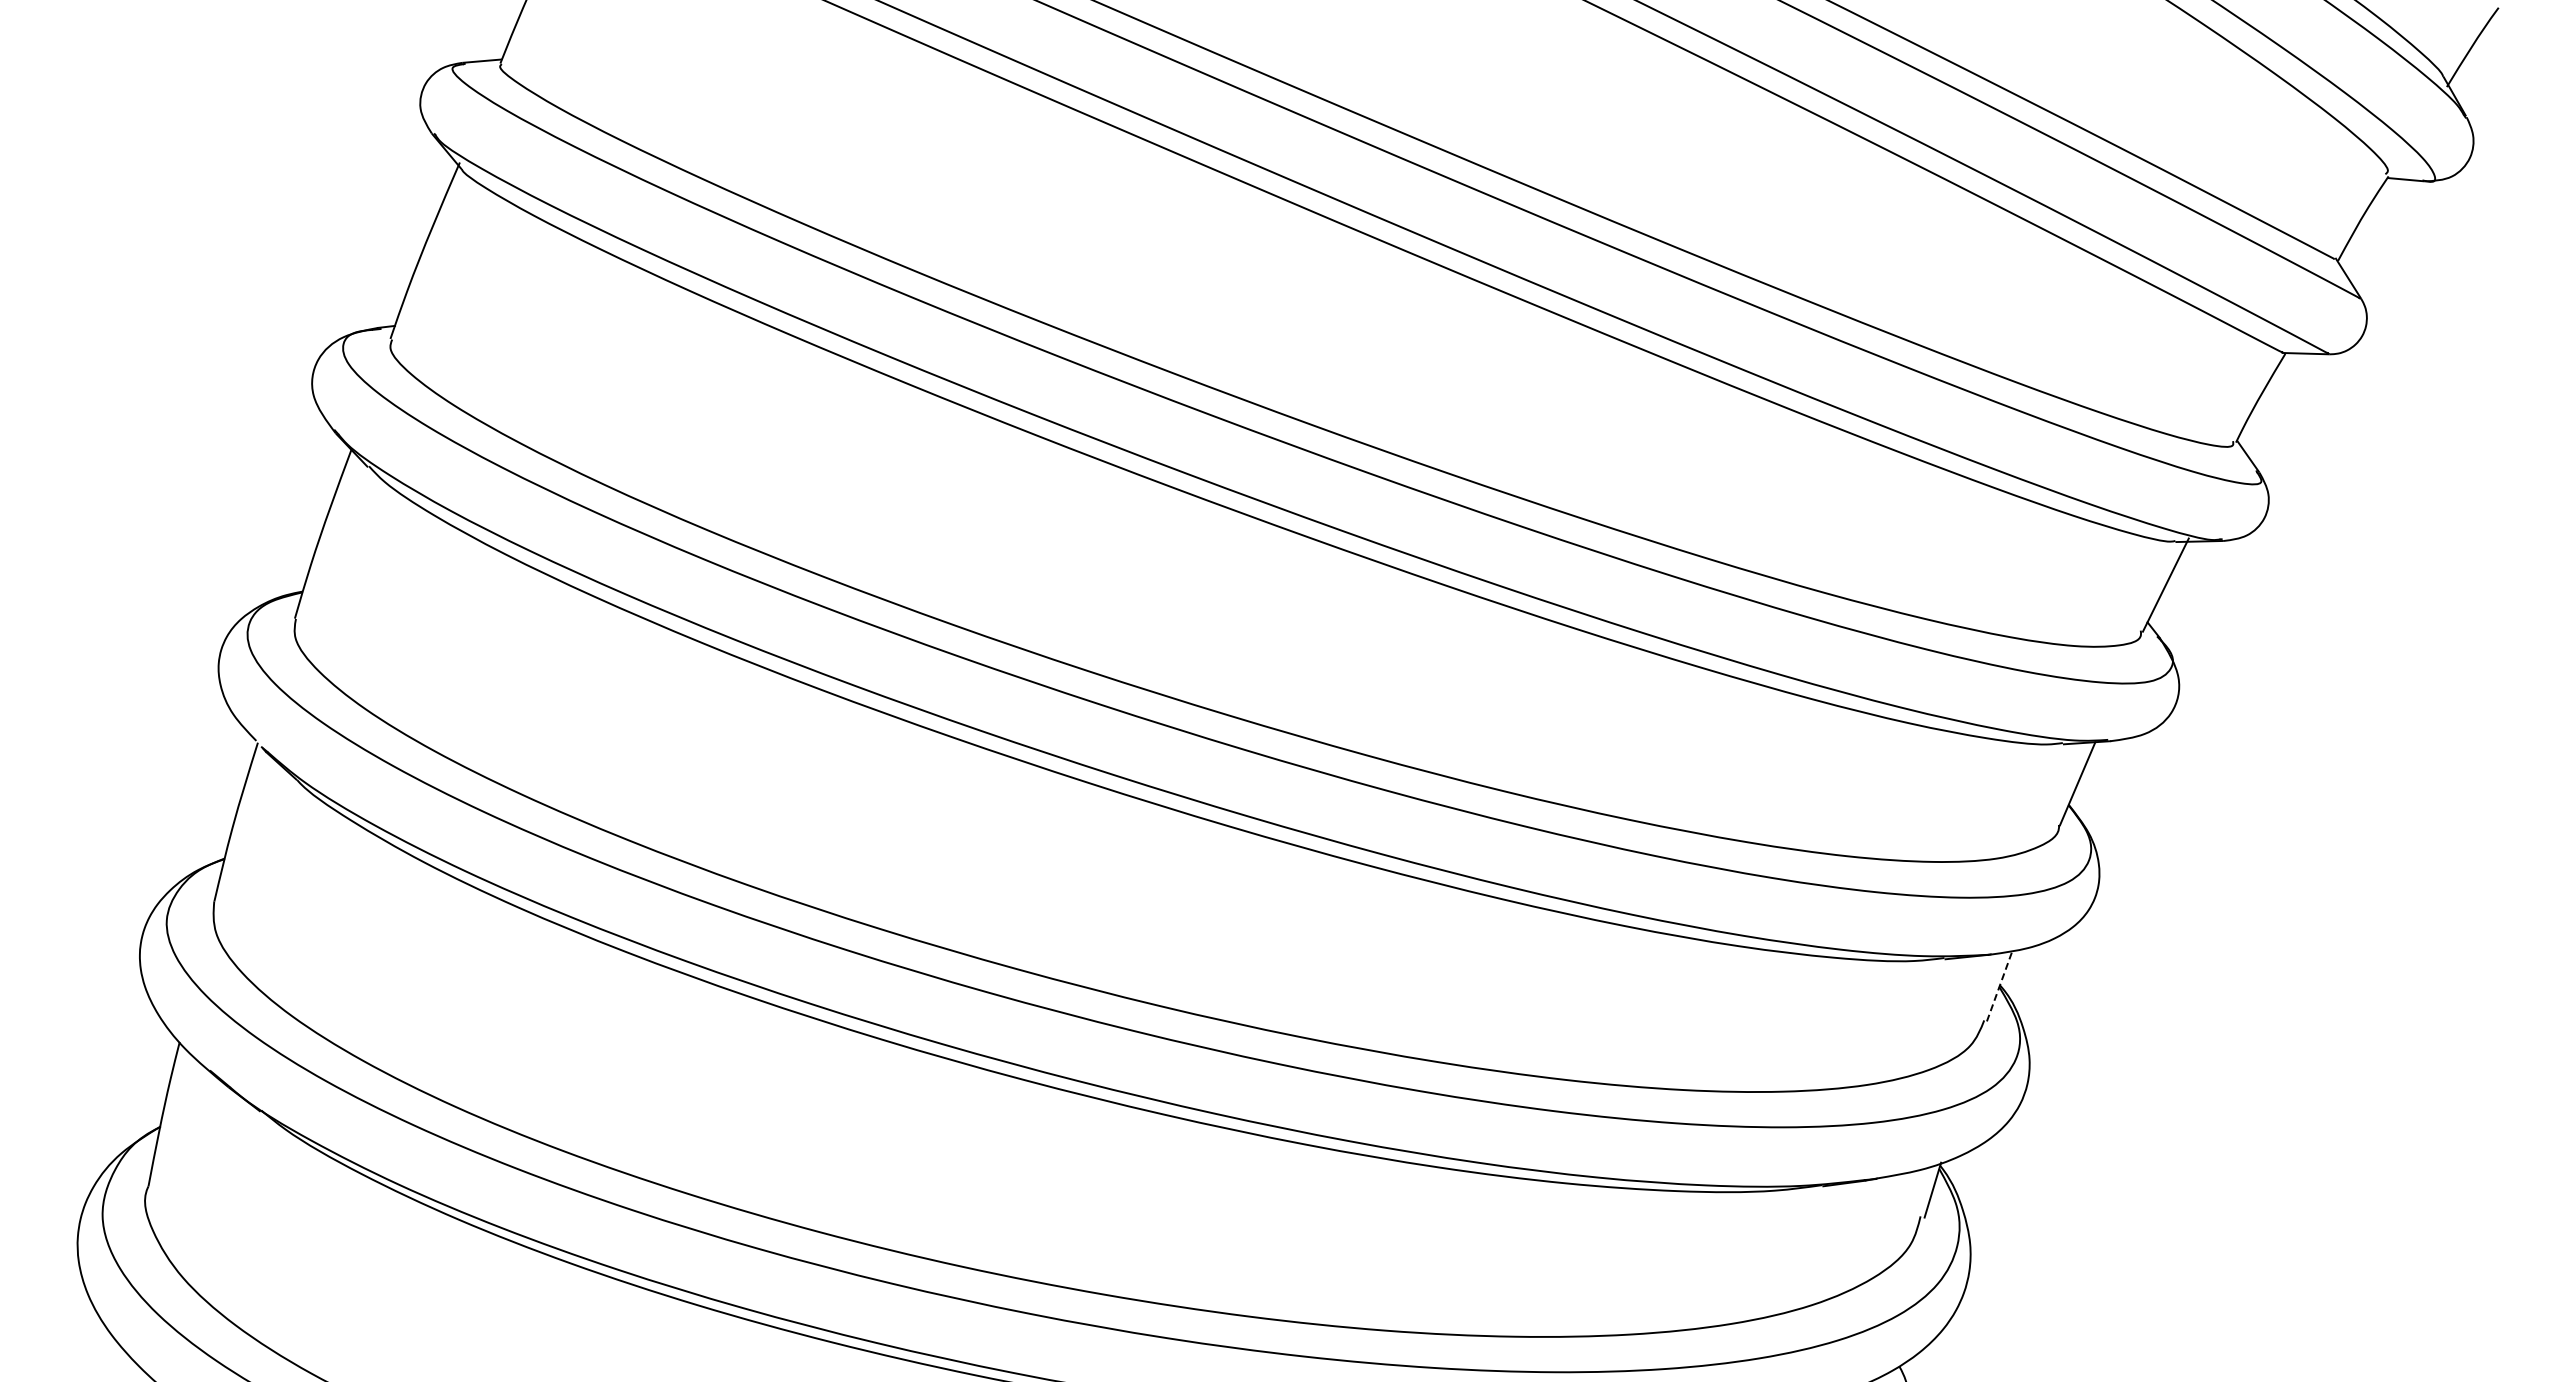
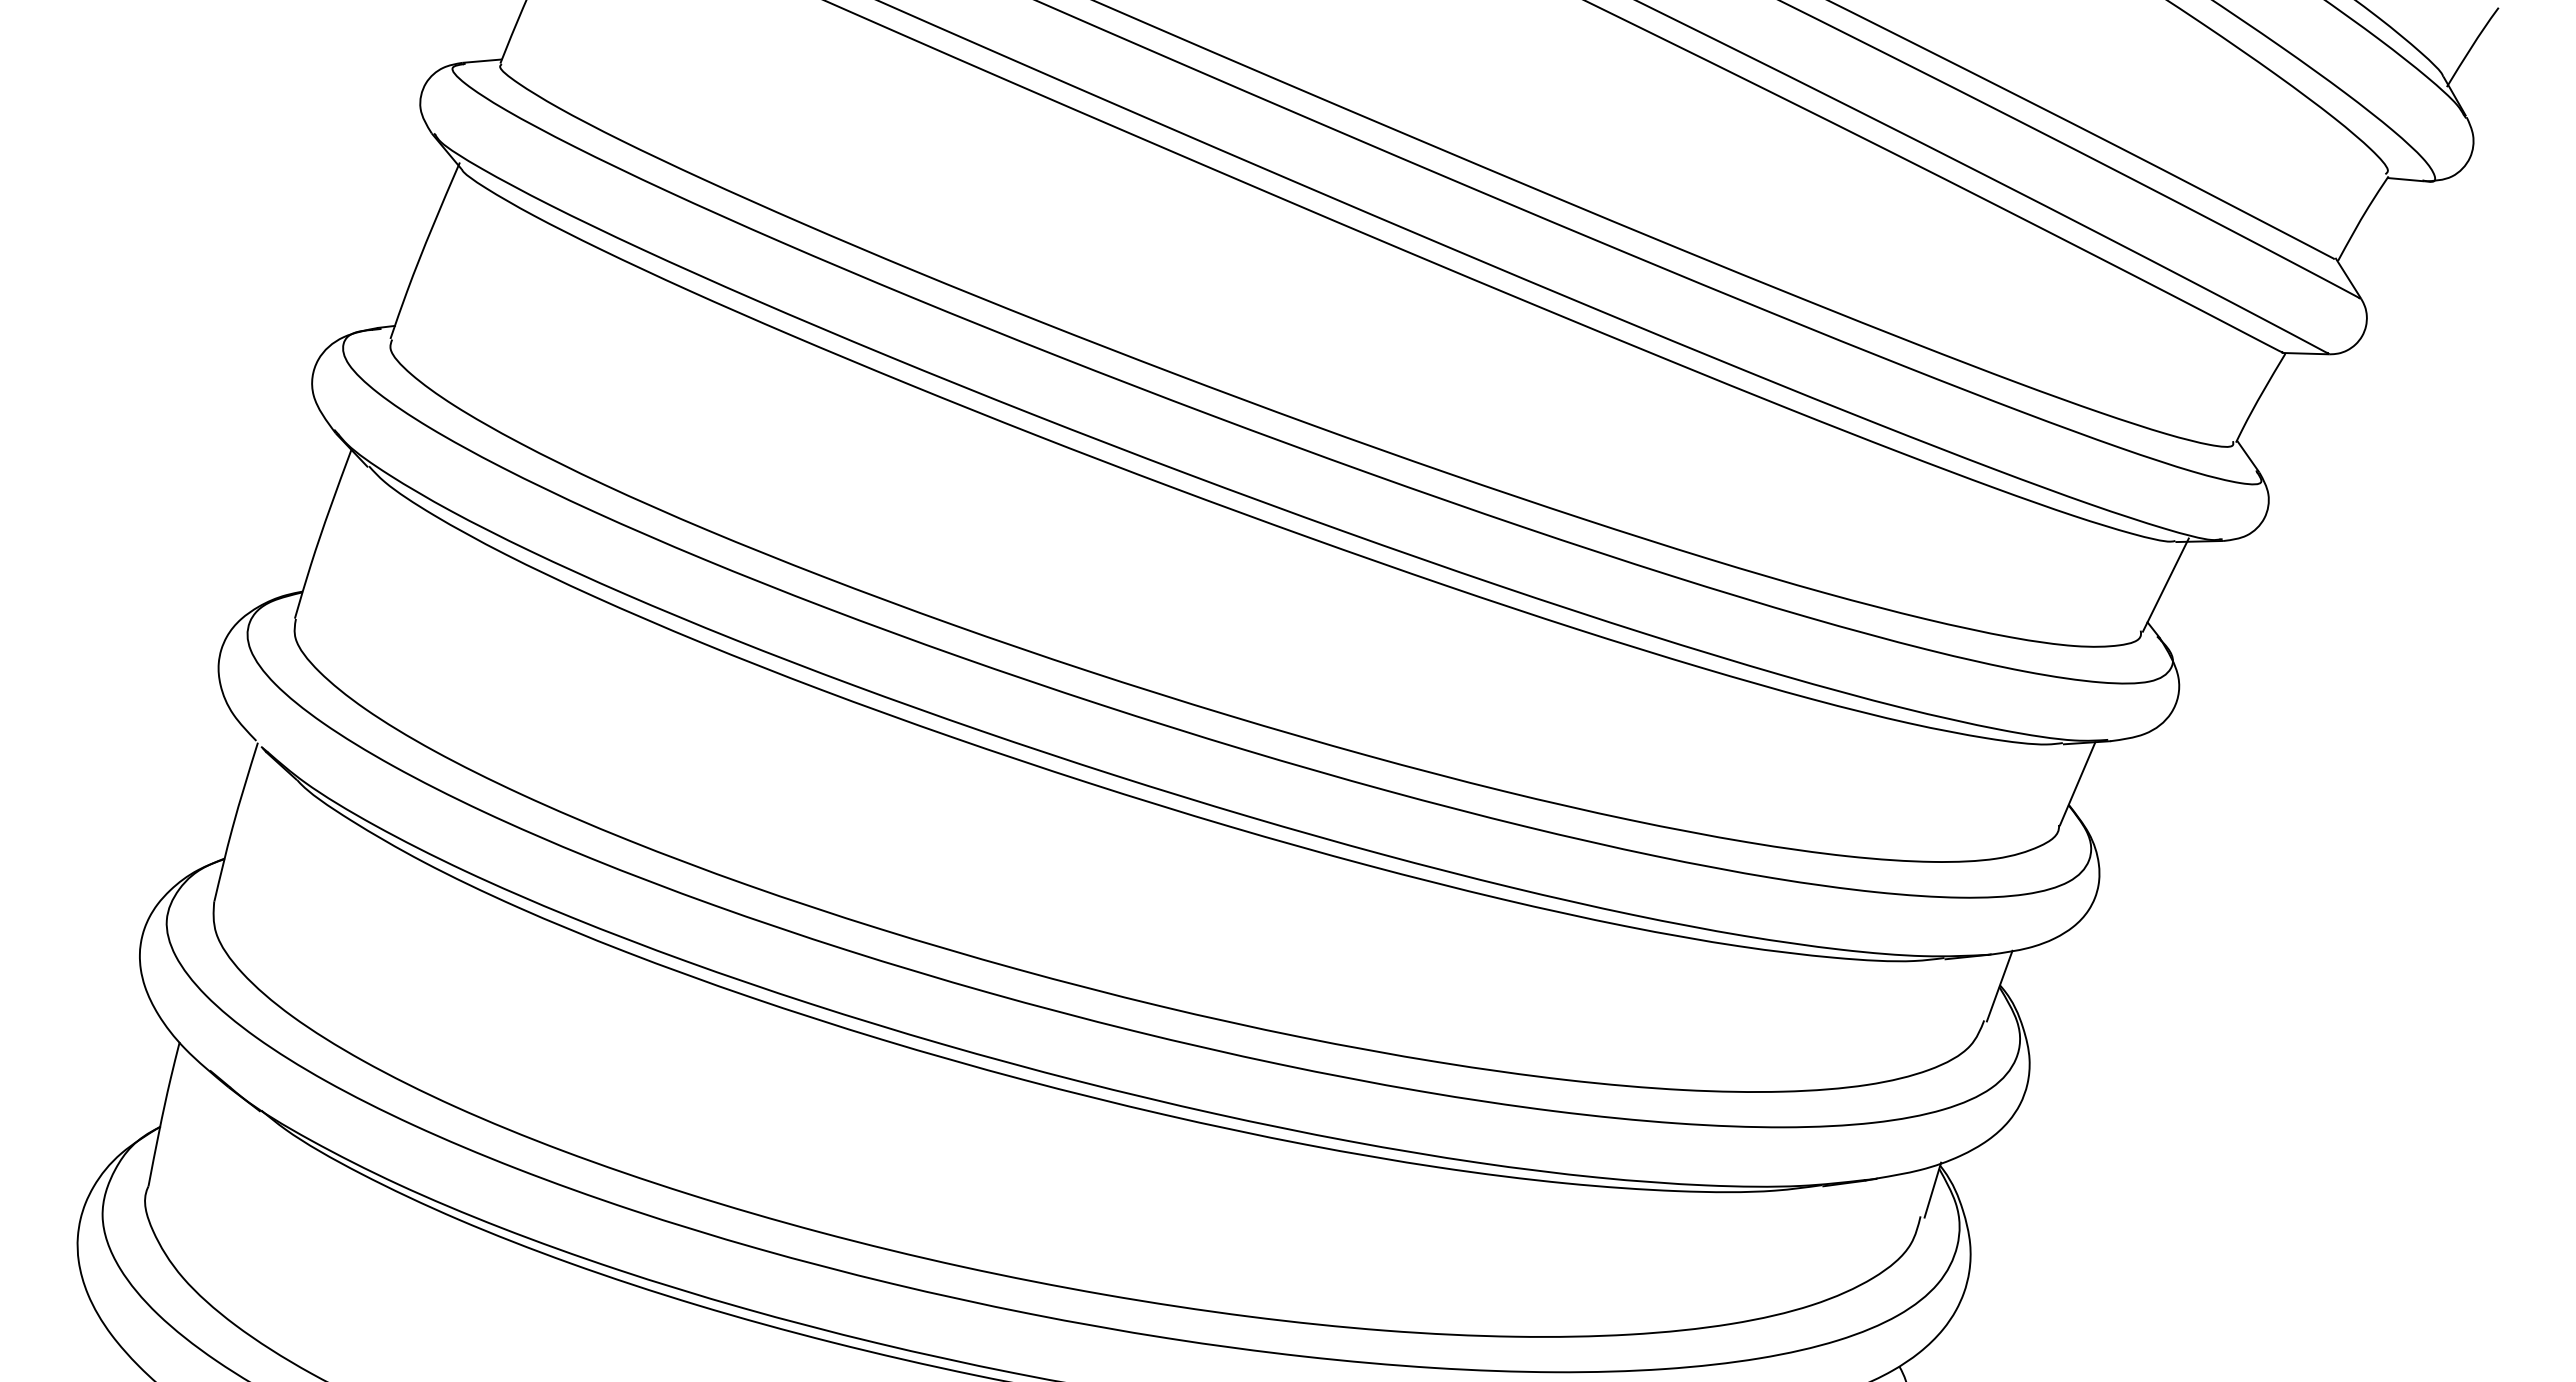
line at (1999, 986): dashed -> solid
